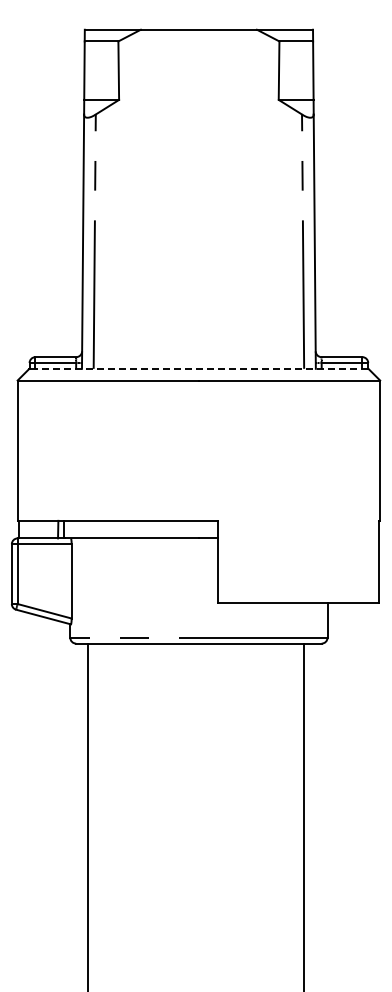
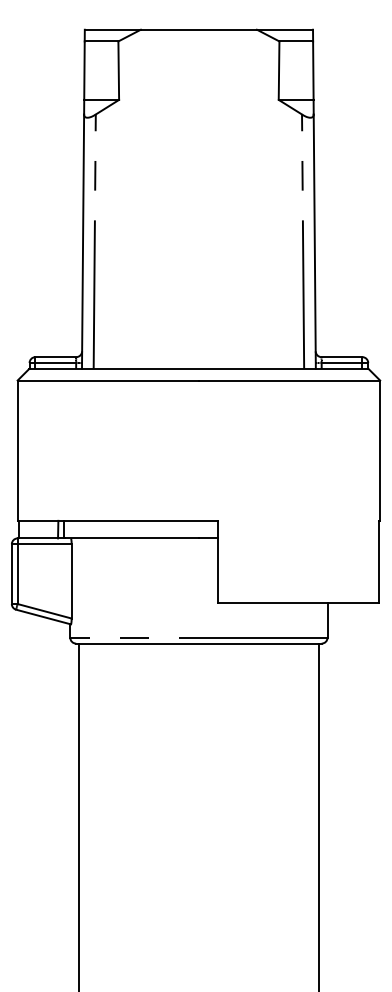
line at (198, 368): dashed -> solid
line at (88, 815) position: (88, 815) -> (79, 815)
line at (303, 815) position: (303, 815) -> (318, 815)
